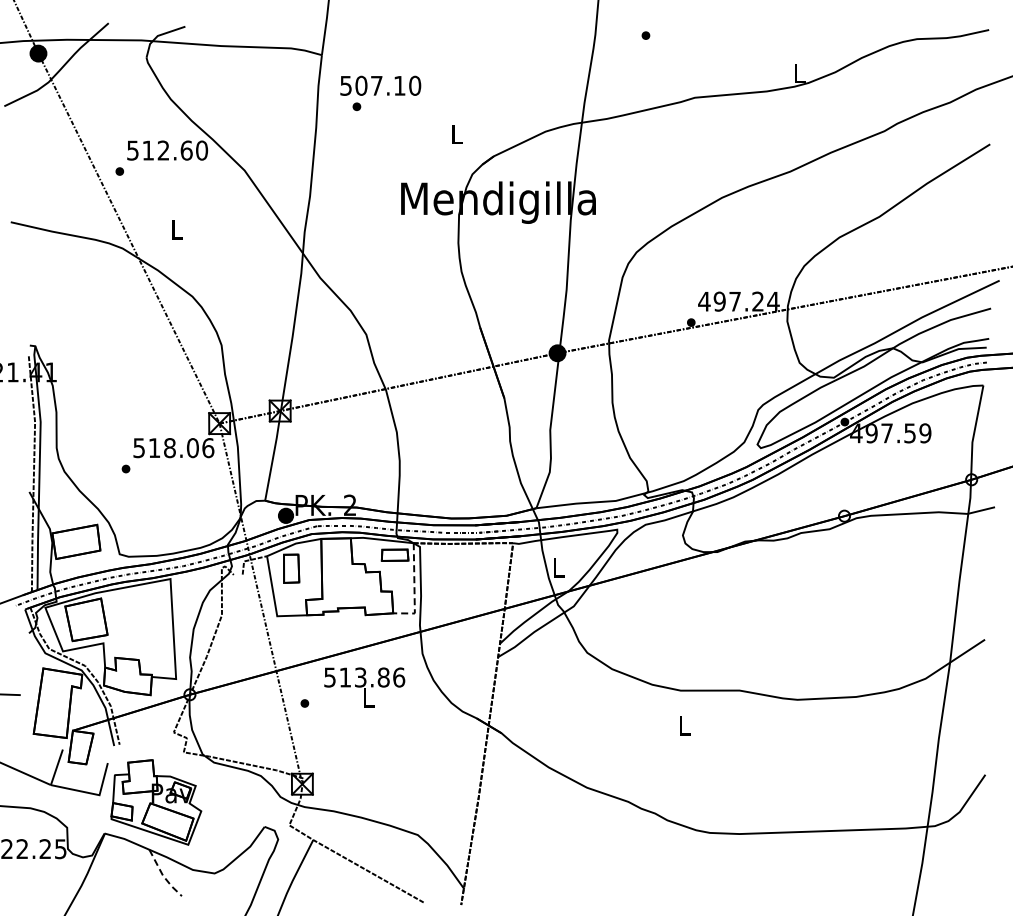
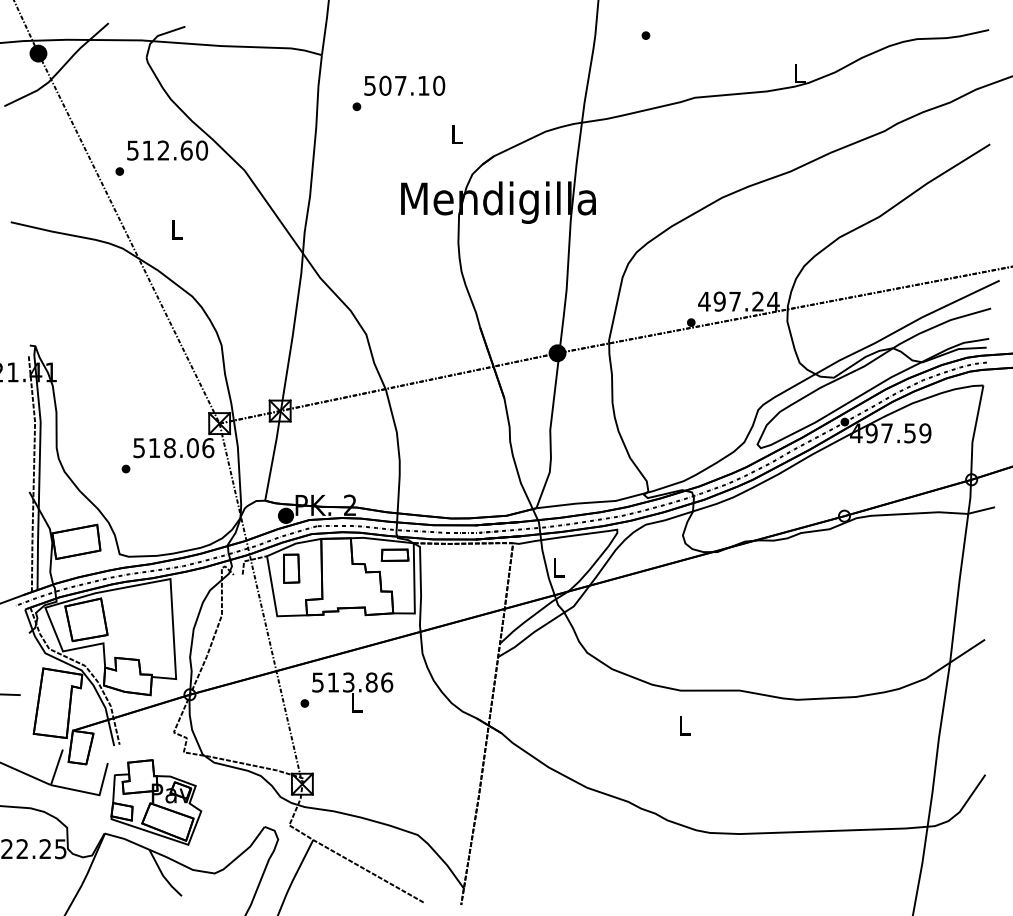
text at (380, 85) position: (380, 85) -> (404, 85)
line at (414, 589): dashed -> solid
text at (364, 687) position: (364, 687) -> (352, 692)
line at (163, 875): dashed -> solid
